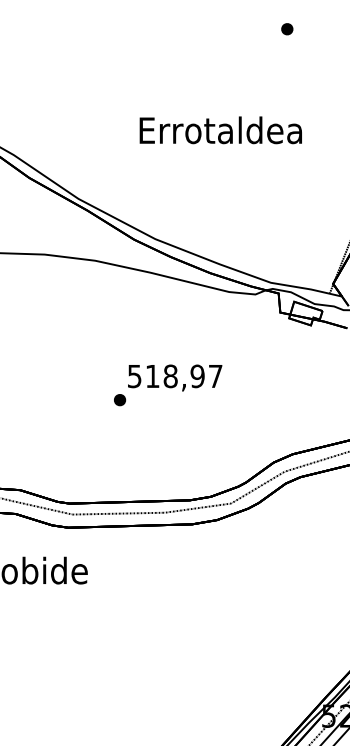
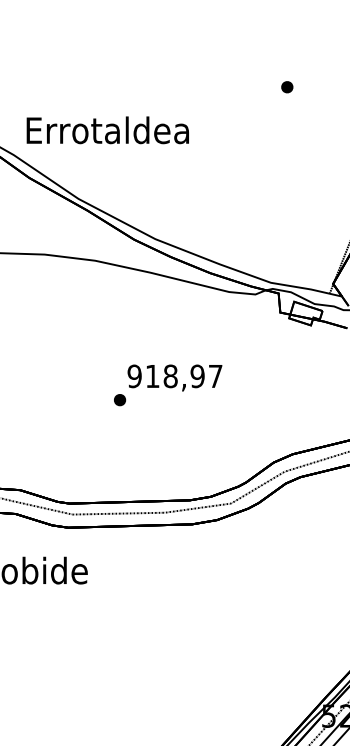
part at (287, 29) position: (287, 29) -> (287, 87)
text at (220, 130) position: (220, 130) -> (107, 130)
text at (134, 375): 518,97 -> 918,97
